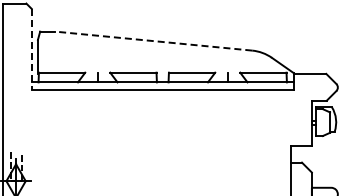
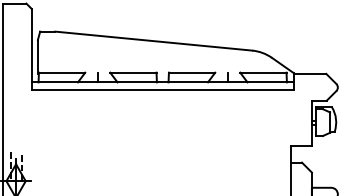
line at (153, 41): dashed -> solid
line at (31, 49): dashed -> solid
